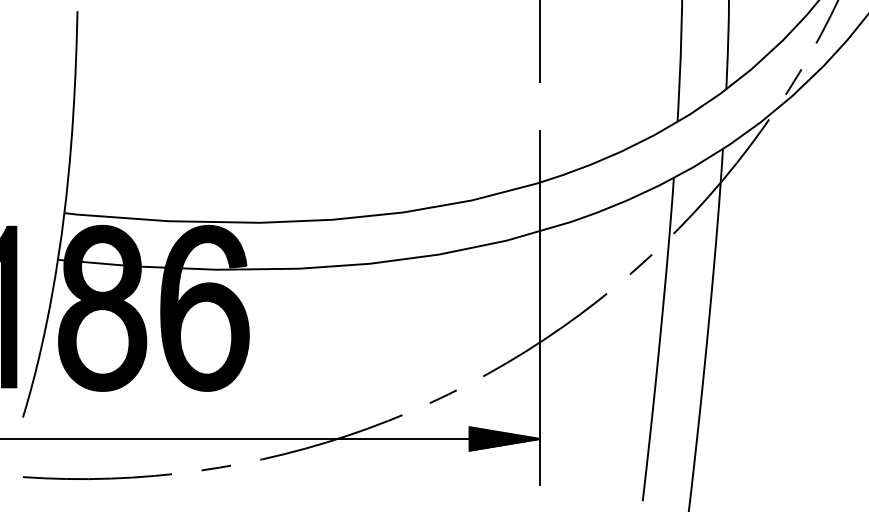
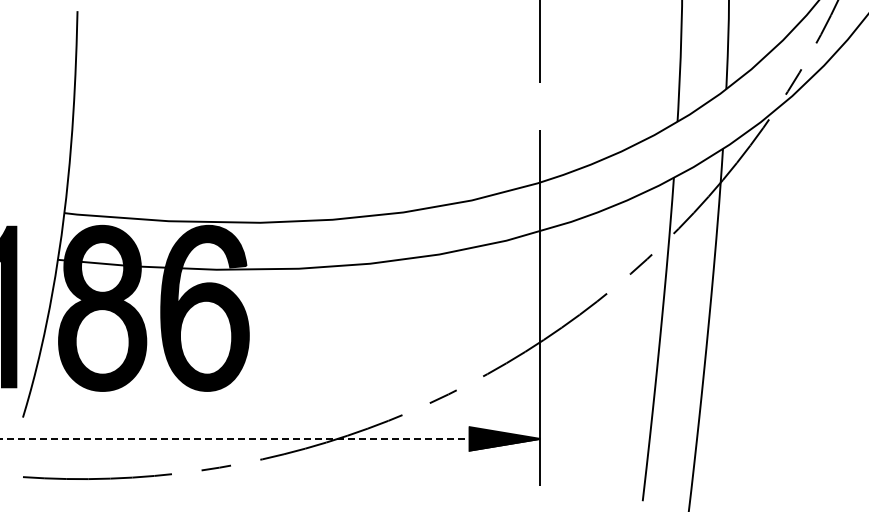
line at (270, 438): solid -> dashed
